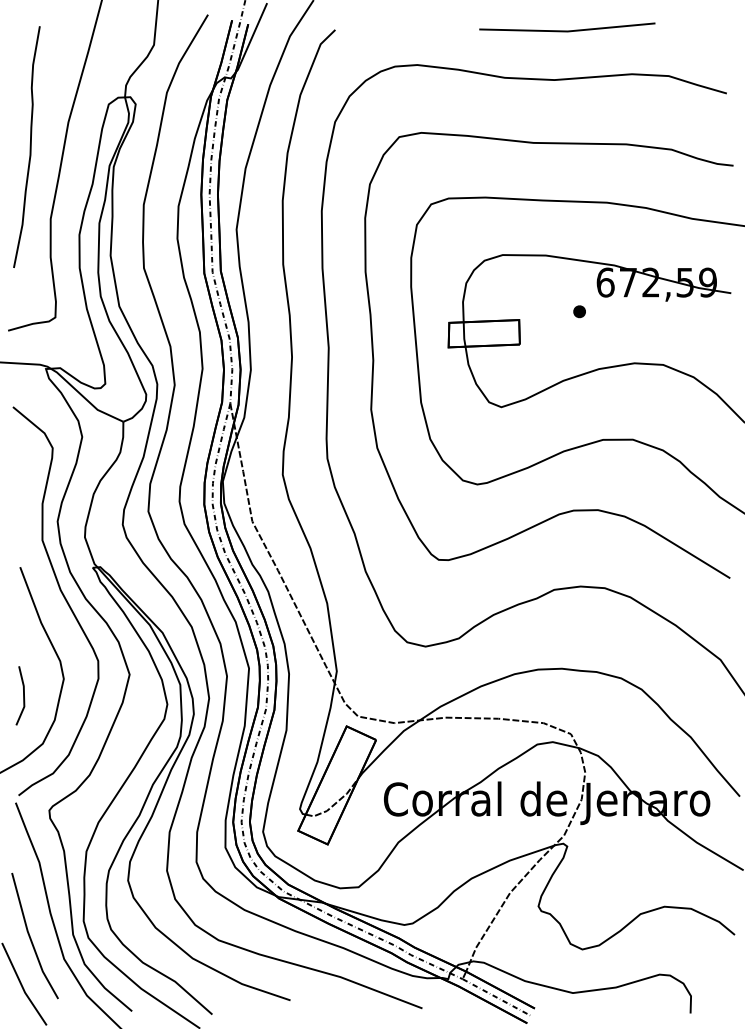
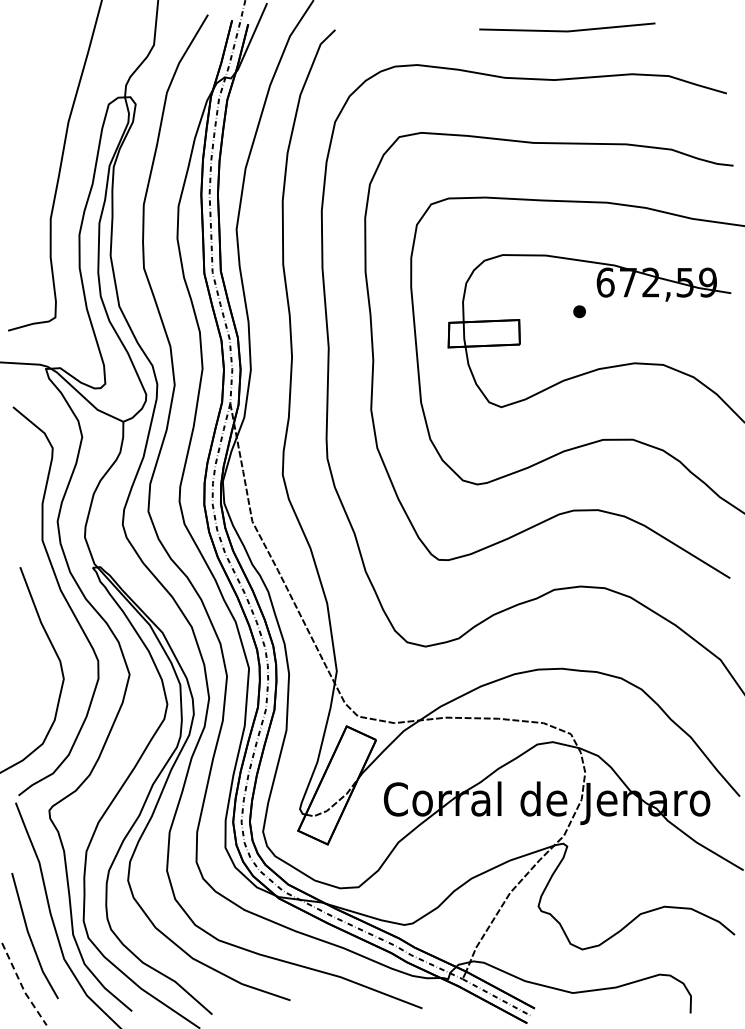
curve at (29, 146): present -> none
line at (23, 695): present -> none
line at (22, 986): solid -> dashed
